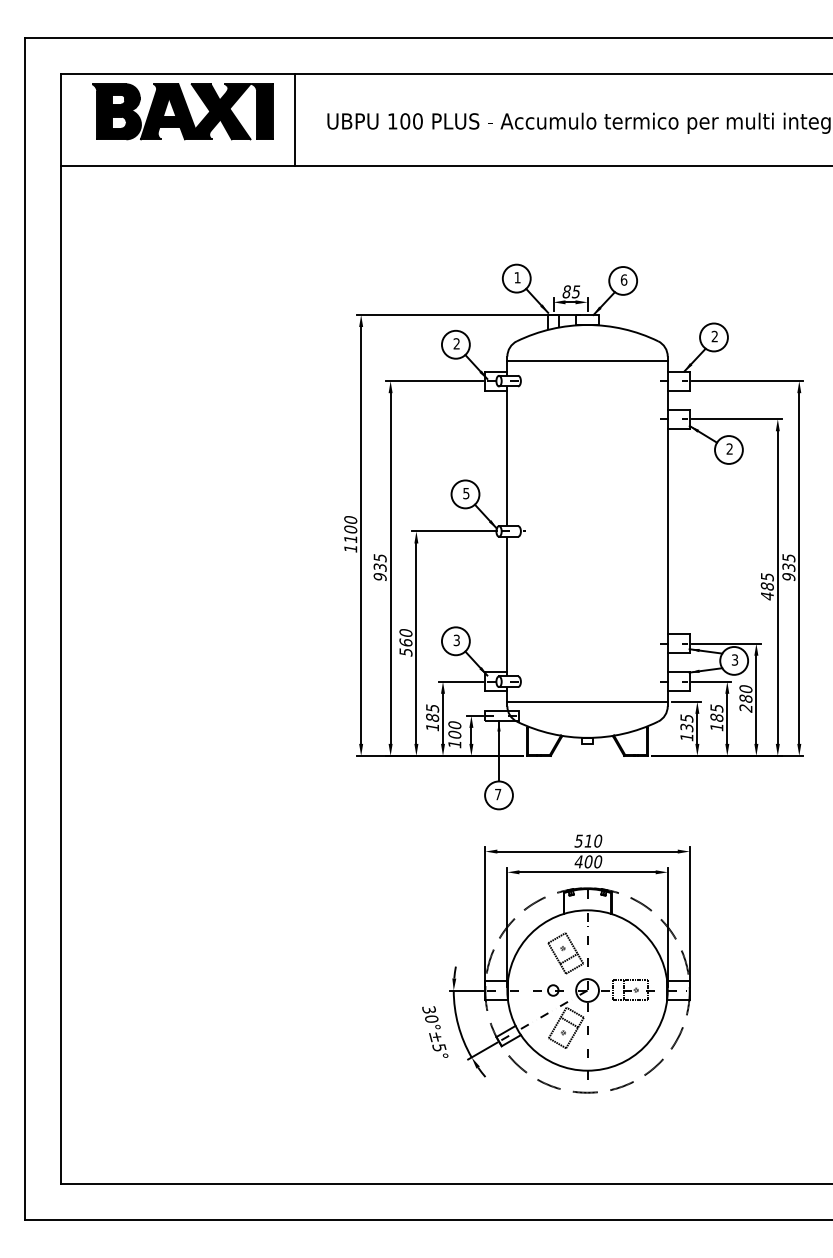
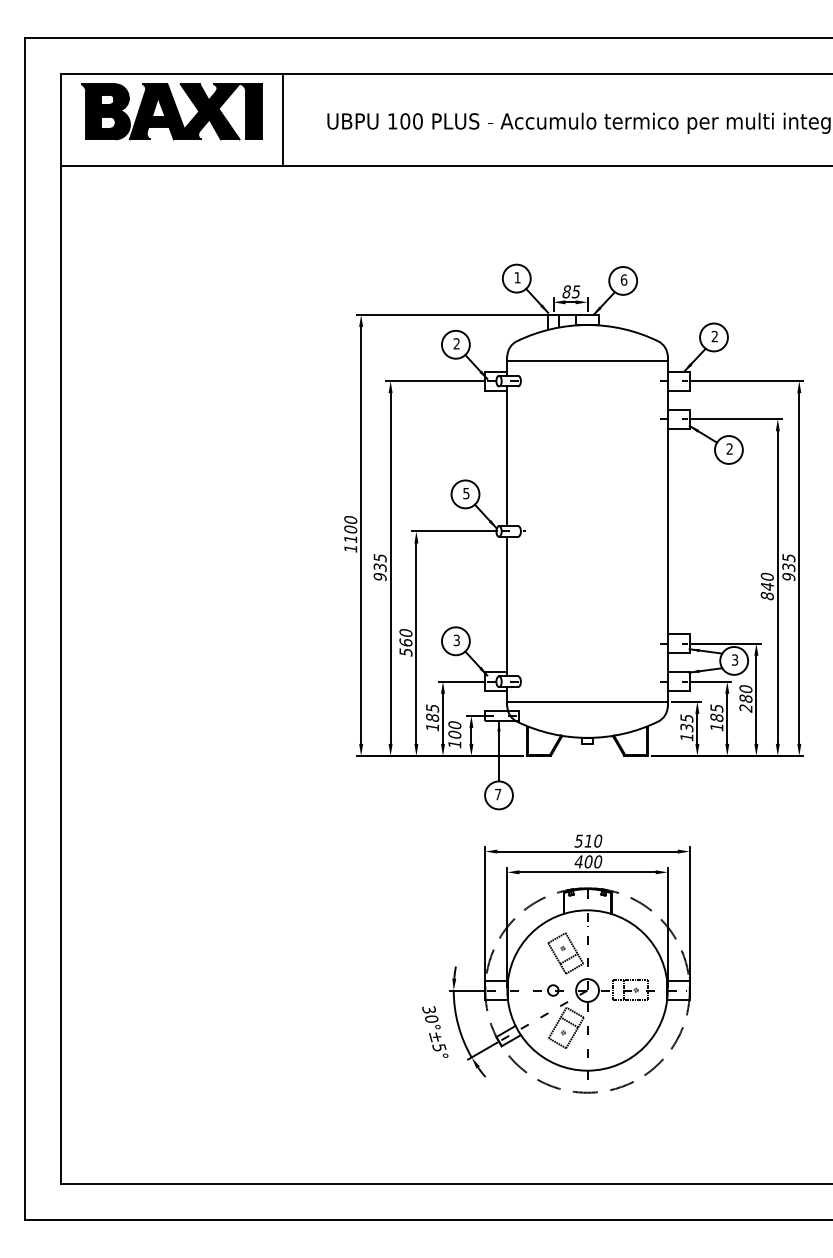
part at (182, 111) position: (182, 111) -> (171, 111)
line at (294, 119) position: (294, 119) -> (282, 119)
text at (766, 586): 485 -> 840
